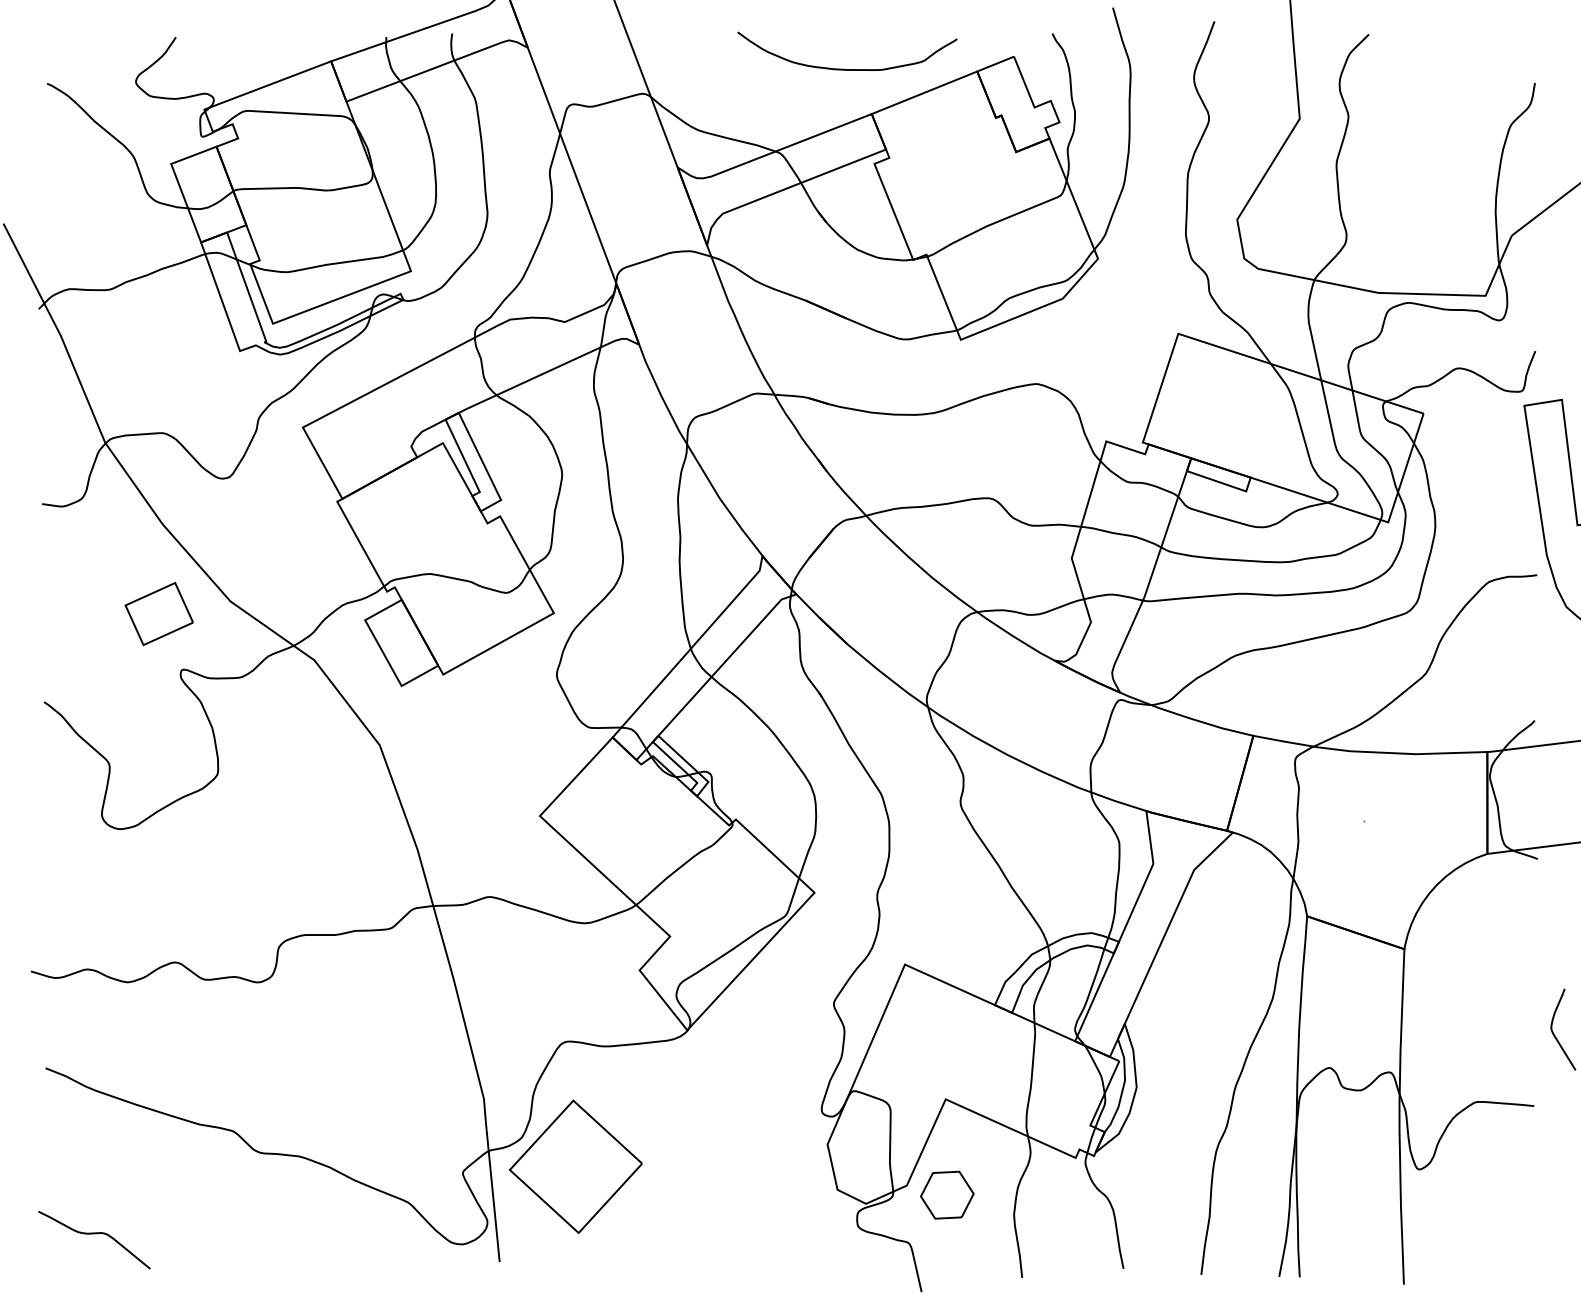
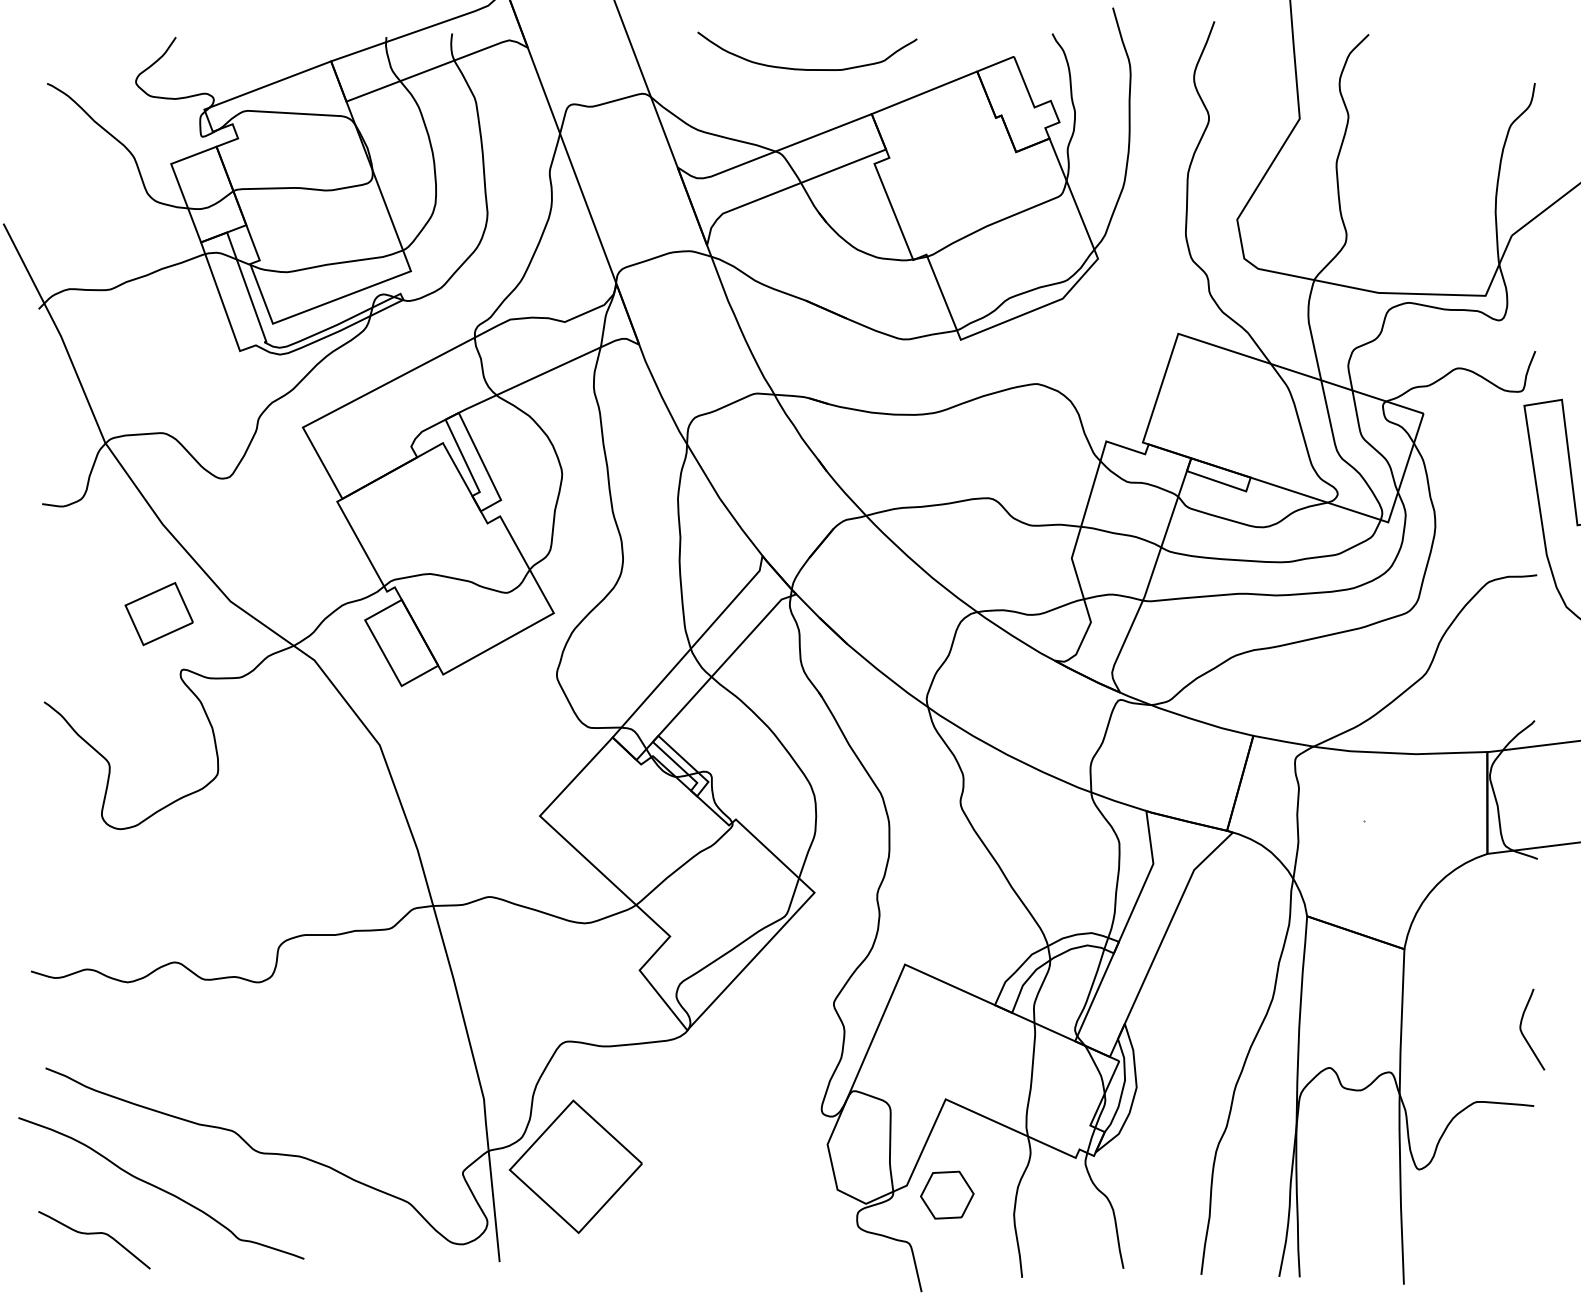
curve at (844, 68) position: (844, 68) -> (804, 68)
curve at (1554, 1033) position: (1554, 1033) -> (1523, 1033)
curve at (161, 1188): none -> present
